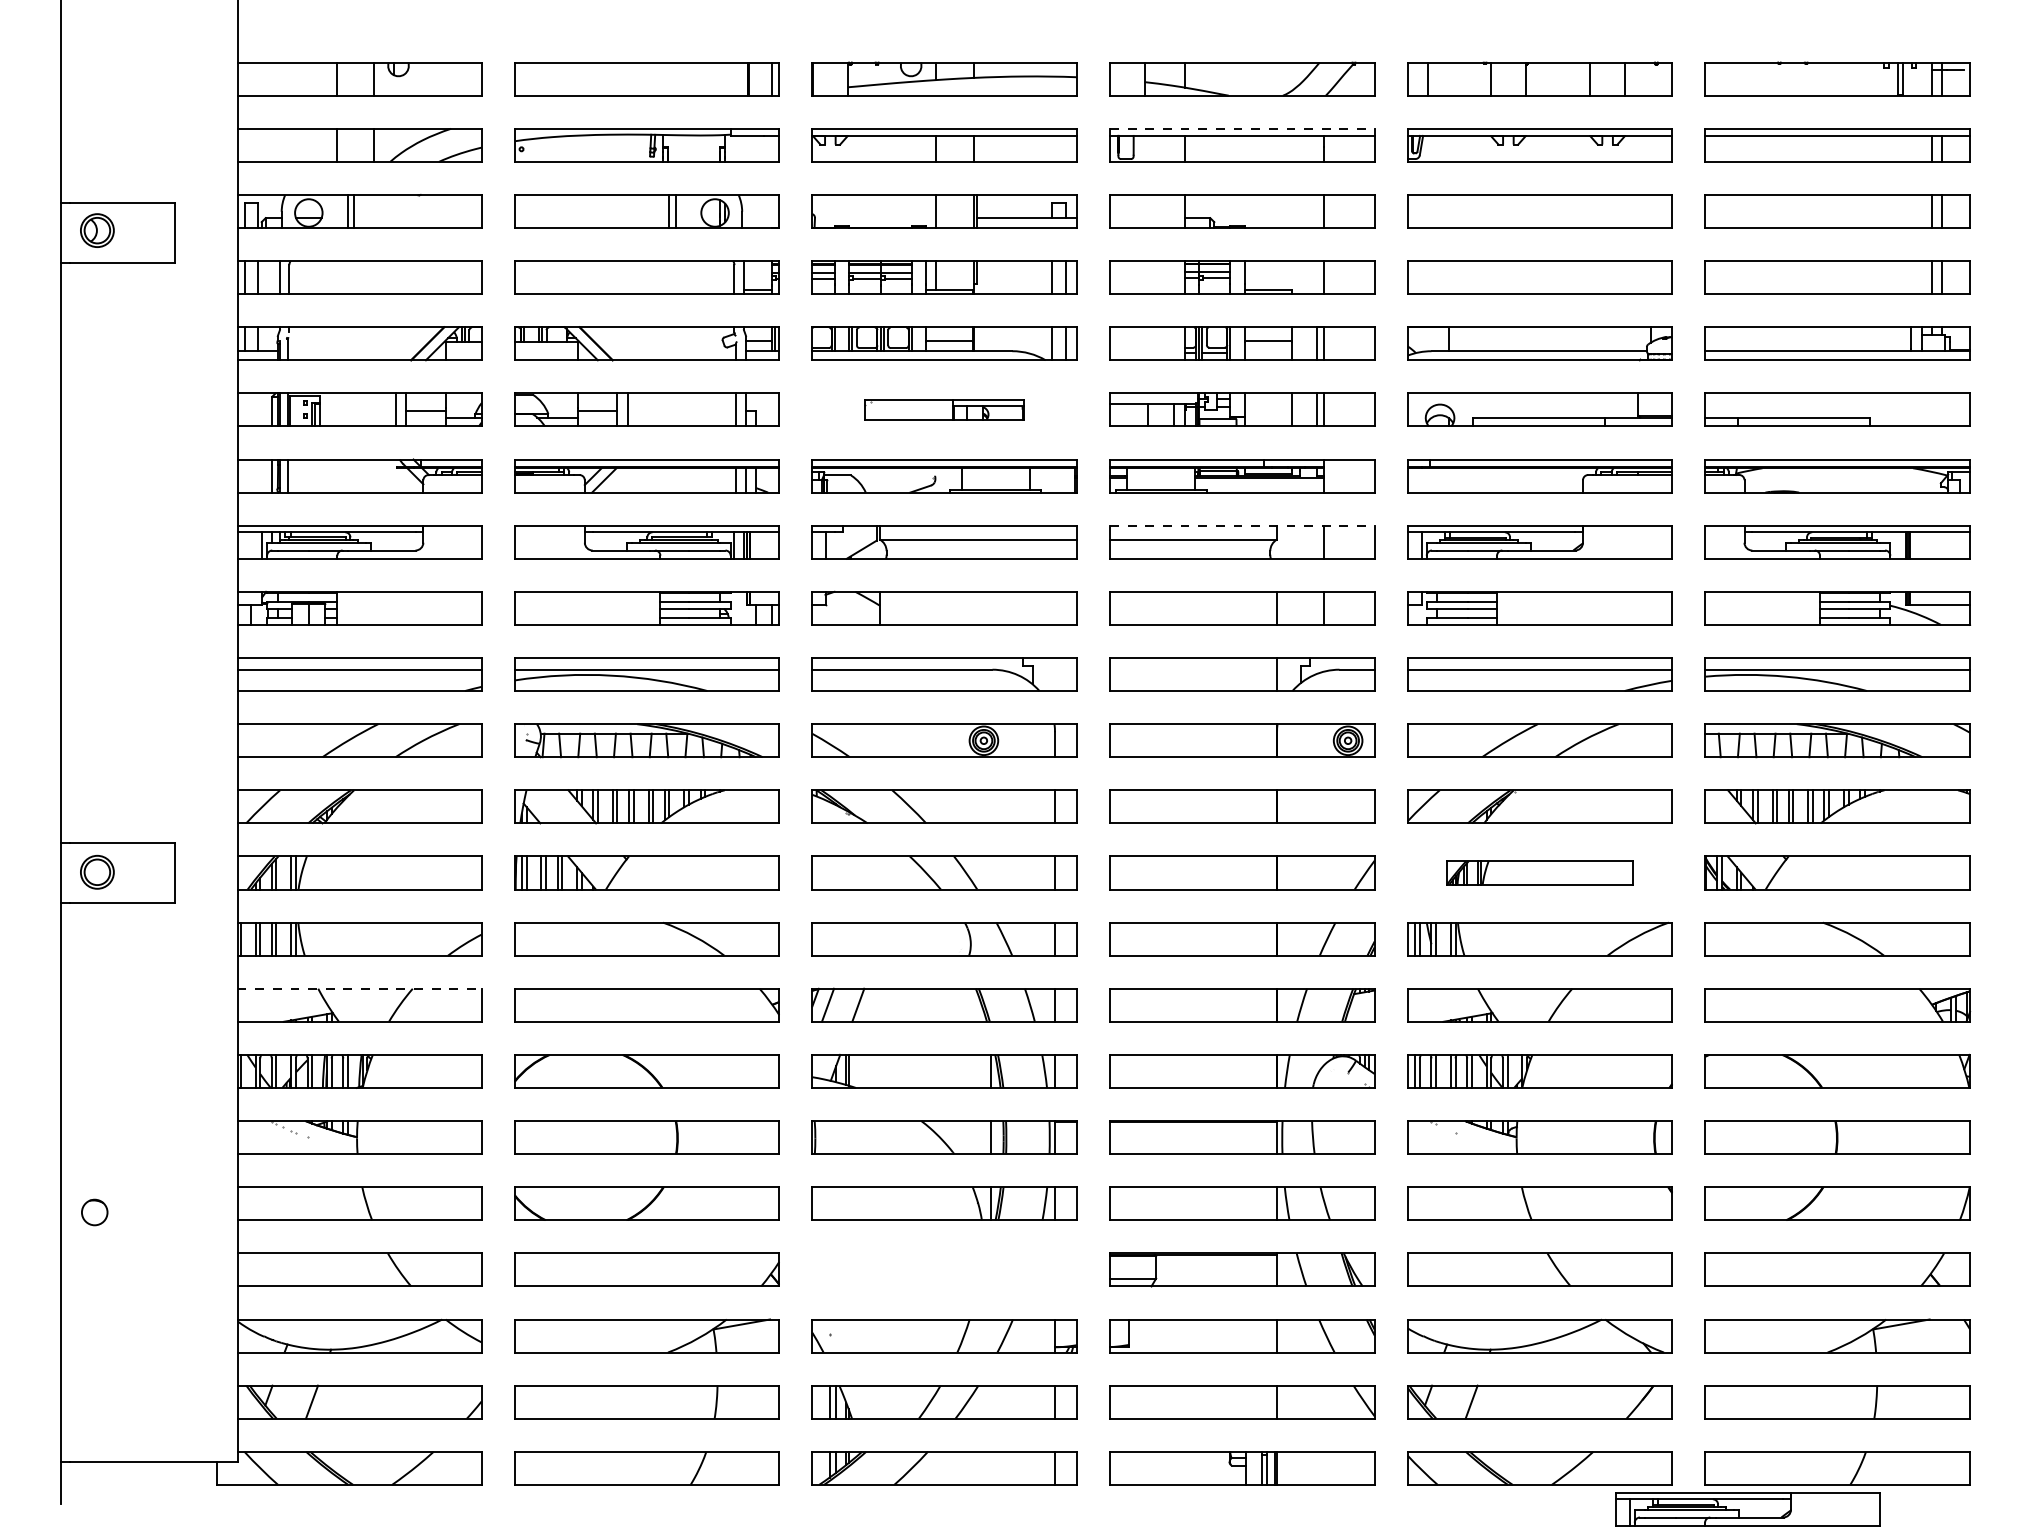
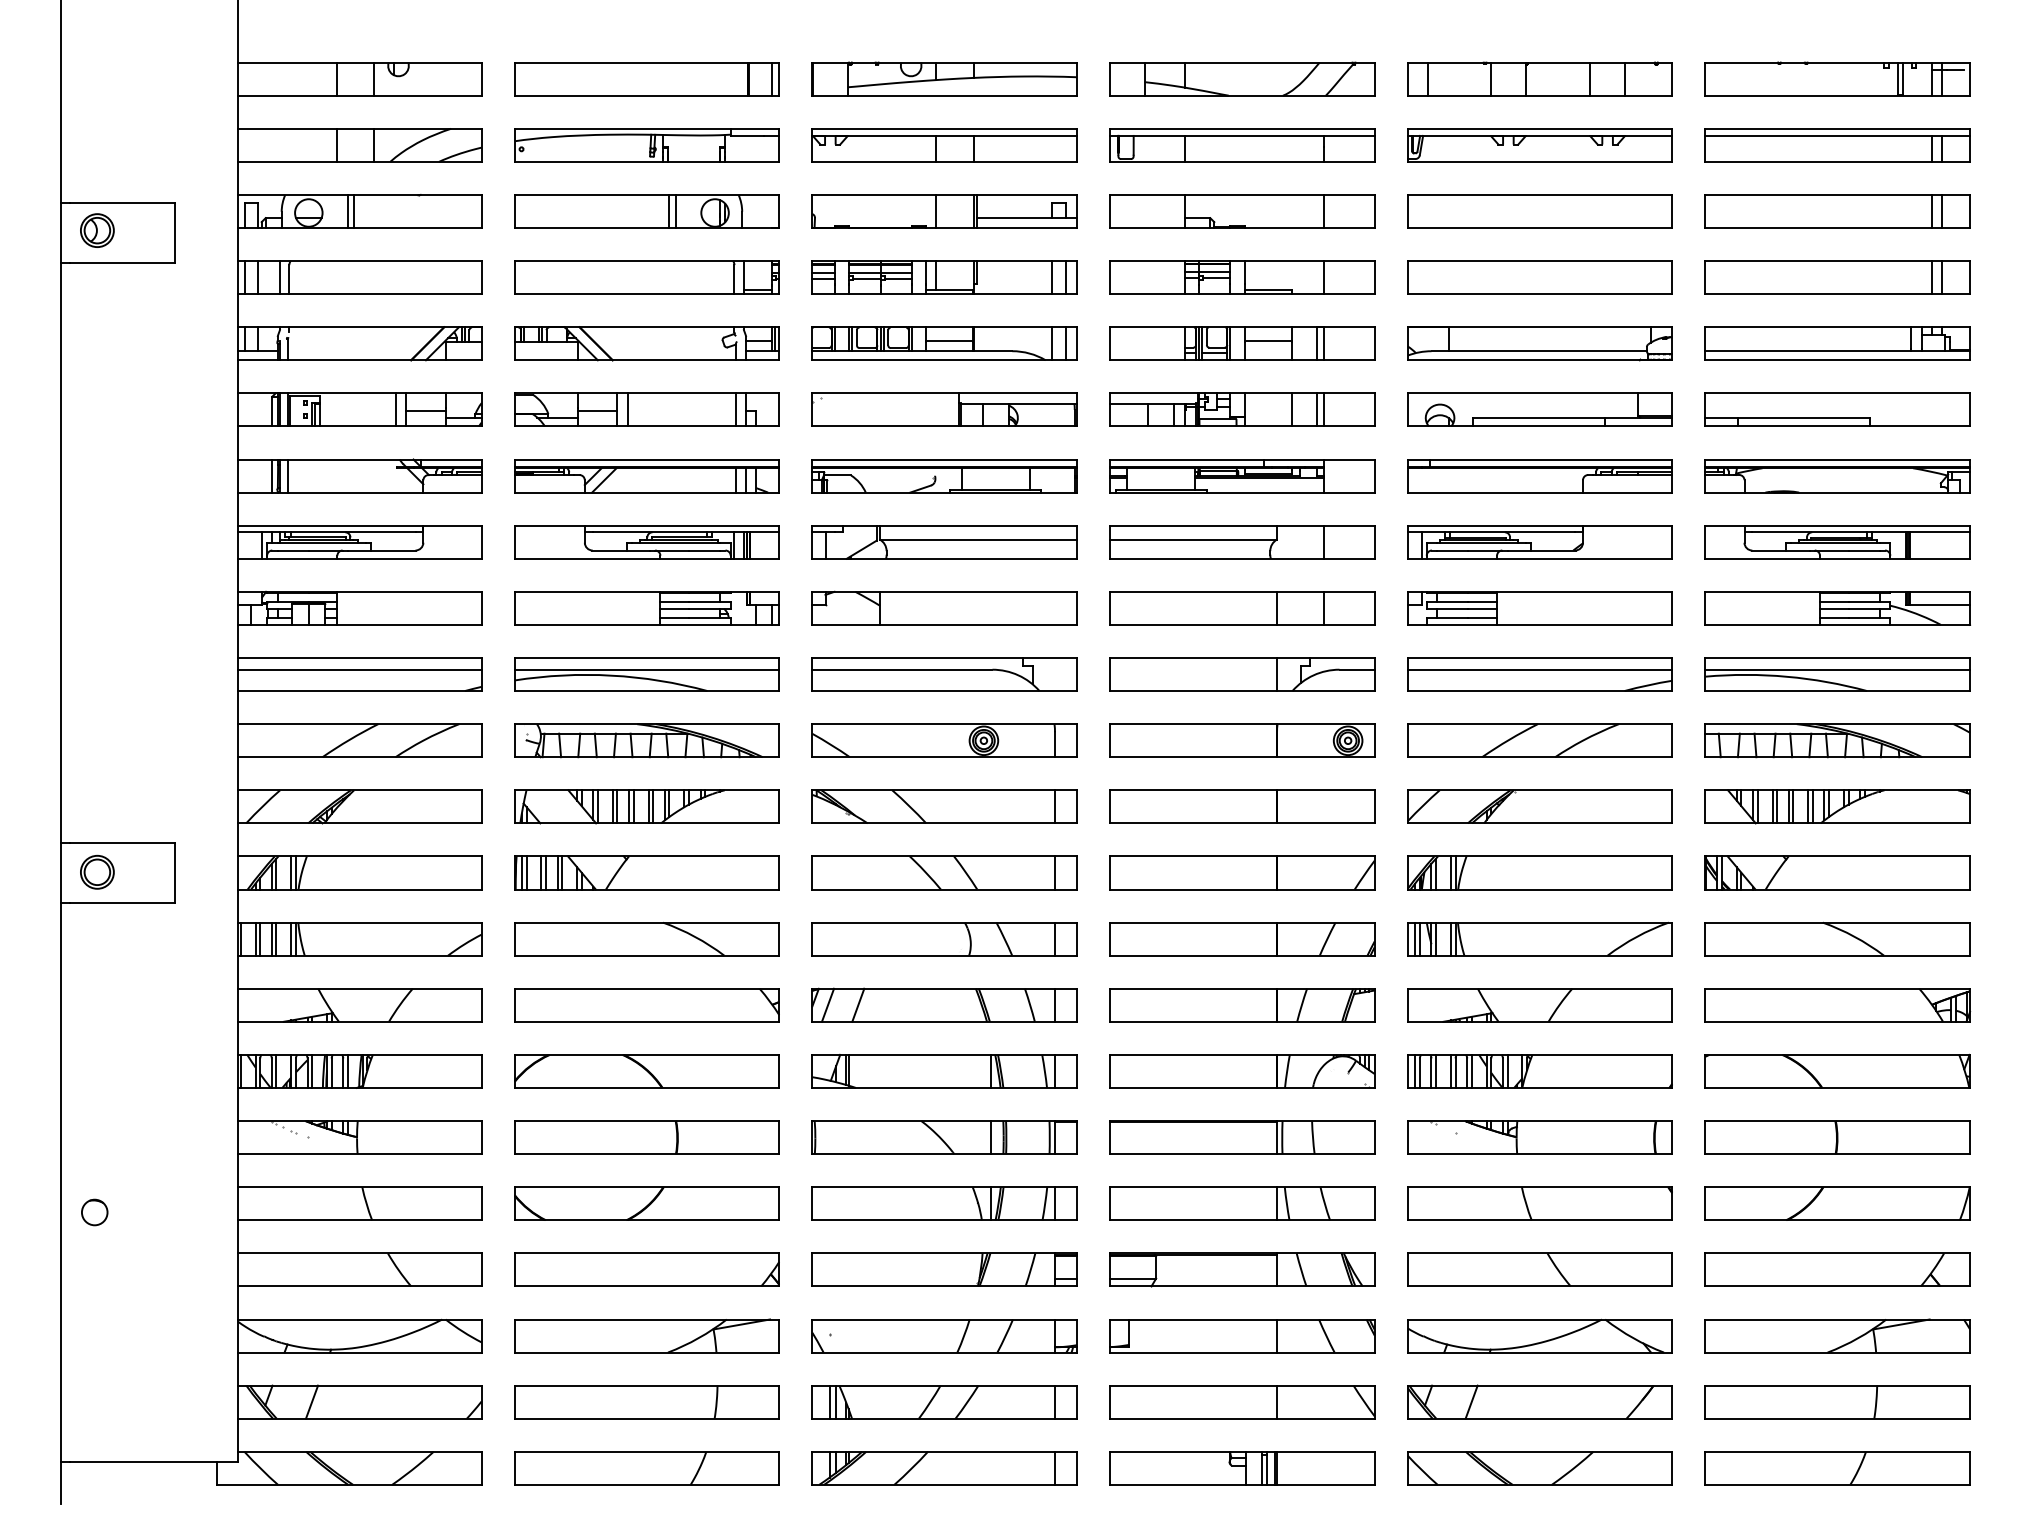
line at (1242, 128): dashed -> solid
part at (944, 409) size: 161x22 px -> 267x35 px
line at (1242, 525): dashed -> solid
part at (1539, 872) size: 188x26 px -> 266x36 px
line at (359, 988): dashed -> solid
part at (944, 1269): none -> present
part at (1747, 1509): present -> none
